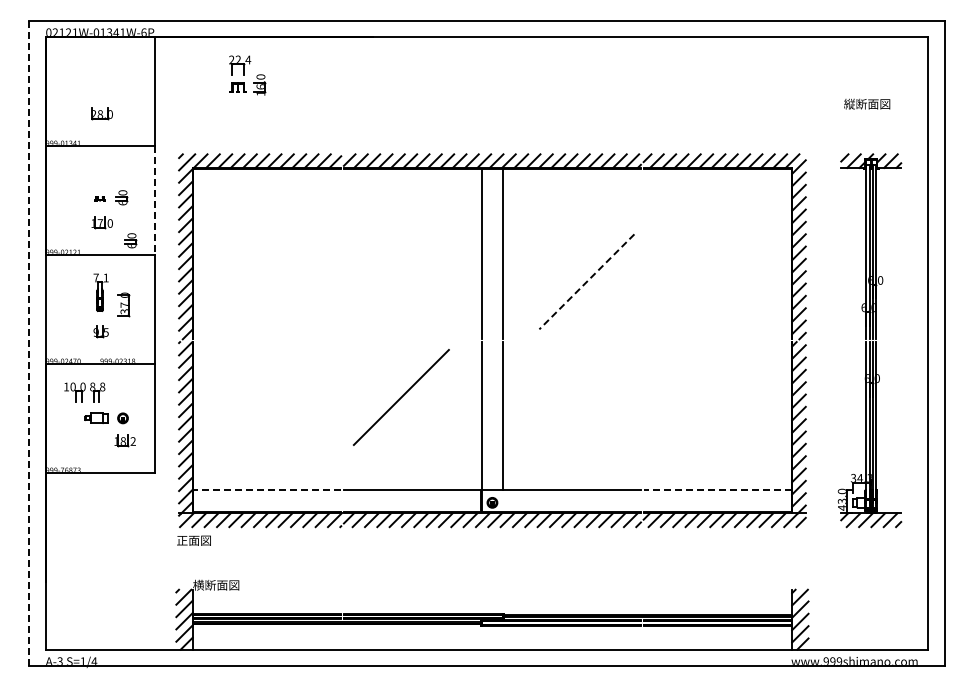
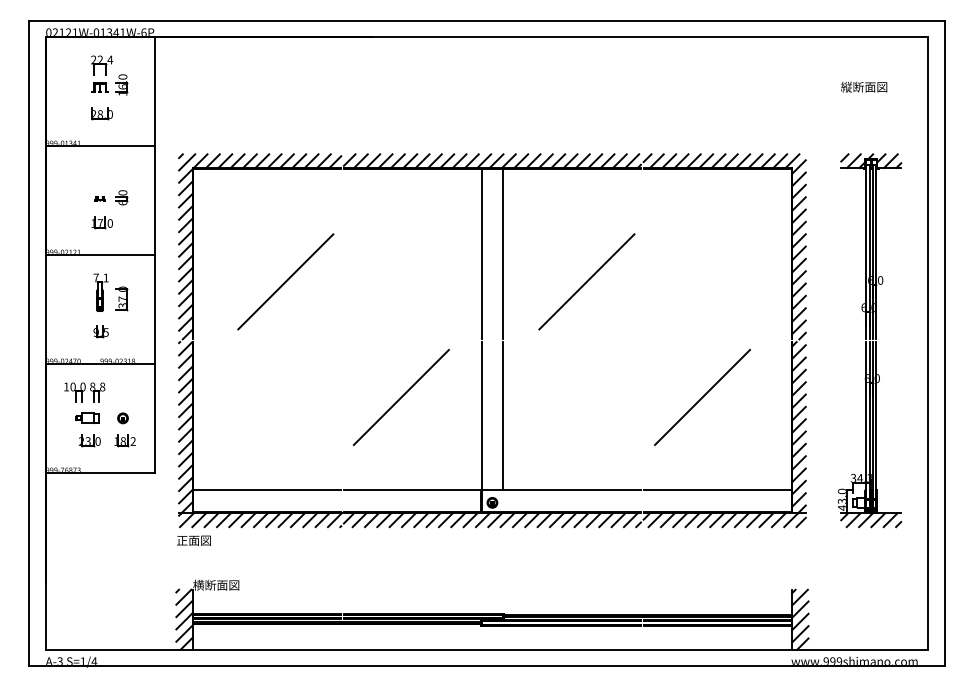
part at (247, 75) position: (247, 75) -> (109, 75)
text at (867, 103) position: (867, 103) -> (864, 86)
line at (154, 201): dashed -> solid
part at (130, 240): present -> none
line at (285, 281): none -> present
line at (586, 282): dashed -> solid
part at (123, 304) position: (123, 304) -> (121, 298)
line at (29, 343): dashed -> solid
line at (702, 396): none -> present
part at (96, 417) position: (96, 417) -> (87, 417)
part at (89, 440): none -> present
line at (266, 490): dashed -> solid
line at (717, 490): dashed -> solid
